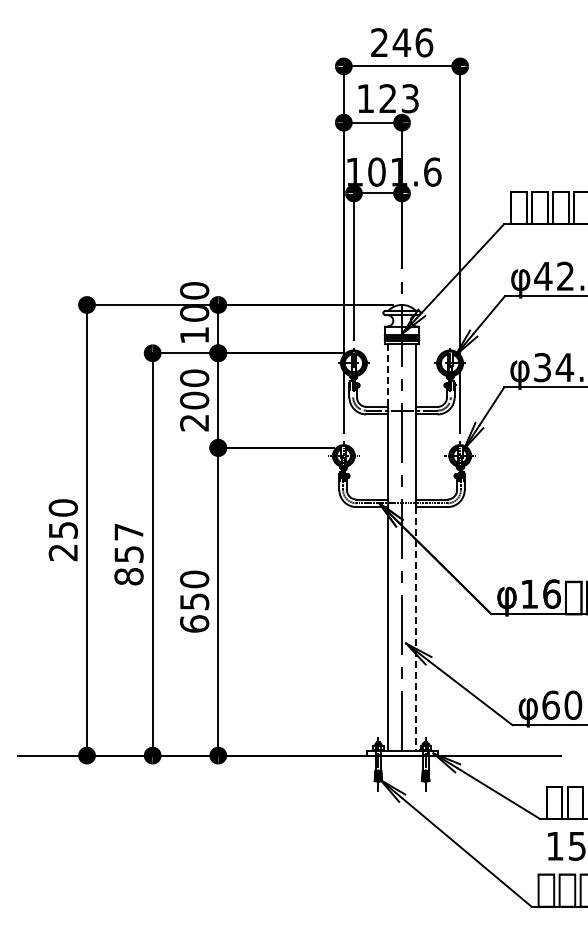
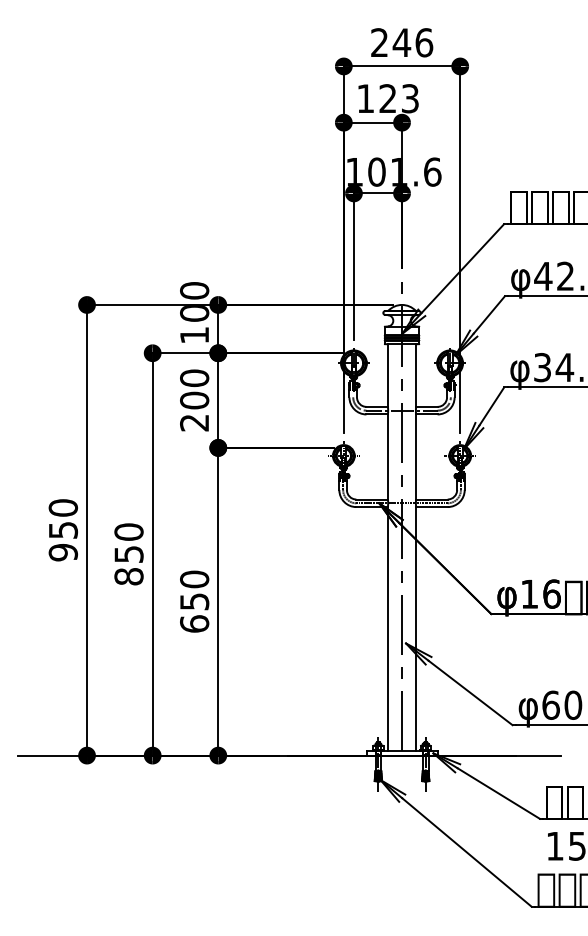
line at (387, 376): dashed -> solid
text at (128, 531): 857 -> 850
text at (63, 552): 250 -> 950
line at (416, 629): dashed -> solid
